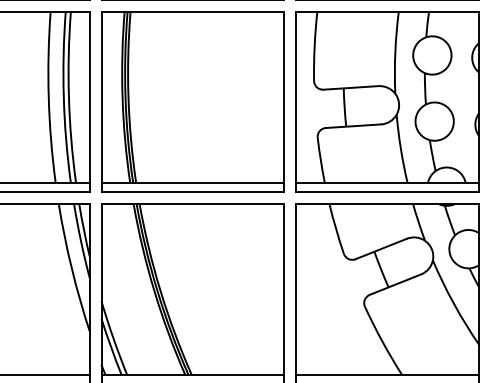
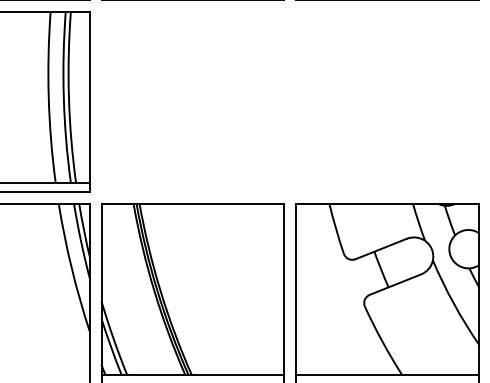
part at (192, 101): present -> none
part at (387, 101): present -> none
line at (45, 374): present -> none
